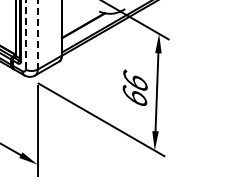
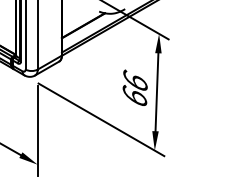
line at (25, 34): dashed -> solid
line at (37, 34): dashed -> solid
